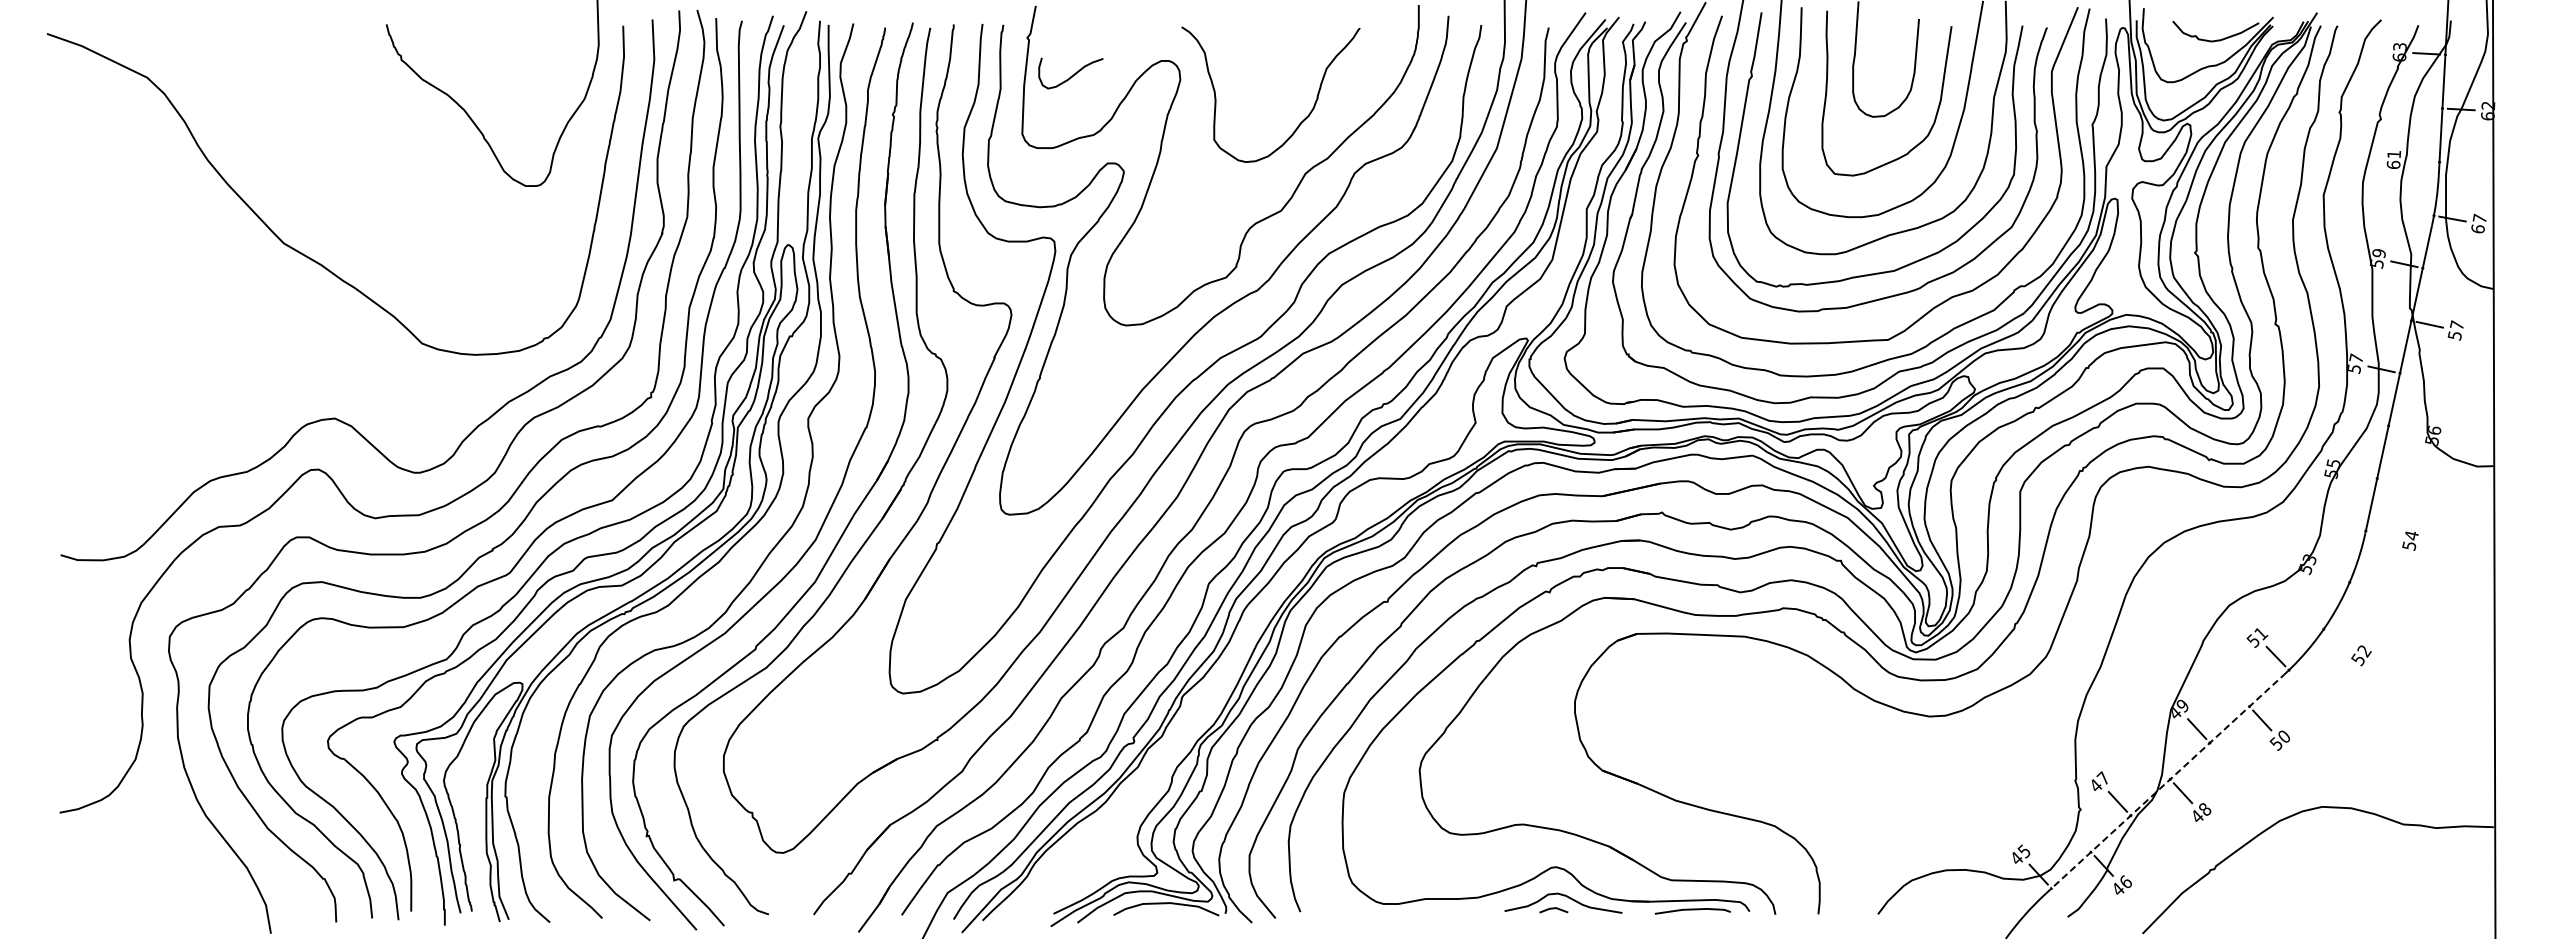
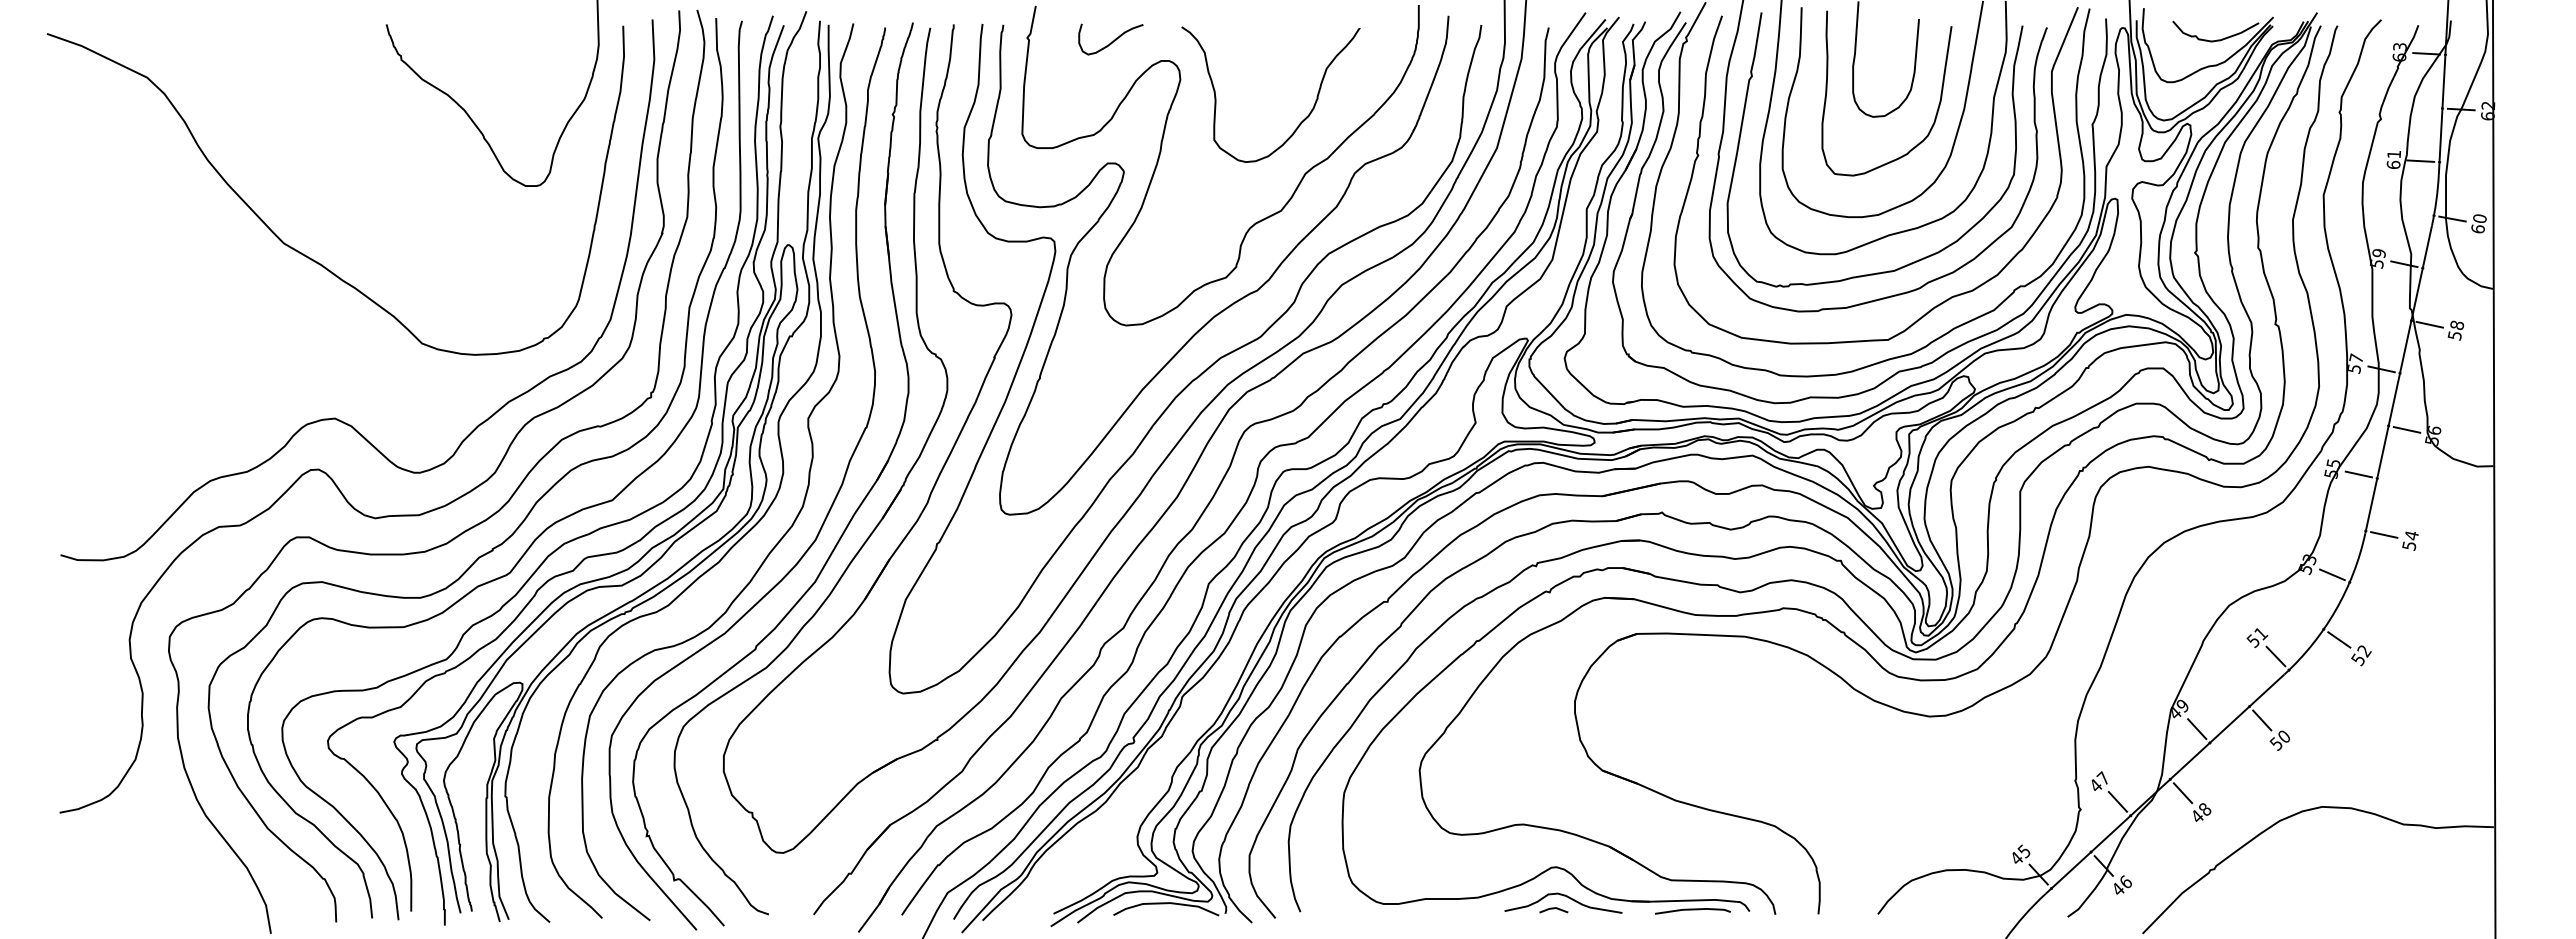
curve at (1071, 75) position: (1071, 75) -> (1111, 41)
line at (2420, 160): none -> present
text at (2479, 217): 67 -> 60
text at (2457, 324): 57 -> 58
line at (2406, 429): none -> present
line at (2358, 474): none -> present
line at (2384, 534): none -> present
line at (2332, 574): none -> present
line at (2339, 639): none -> present
line at (2165, 784): dashed -> solid
